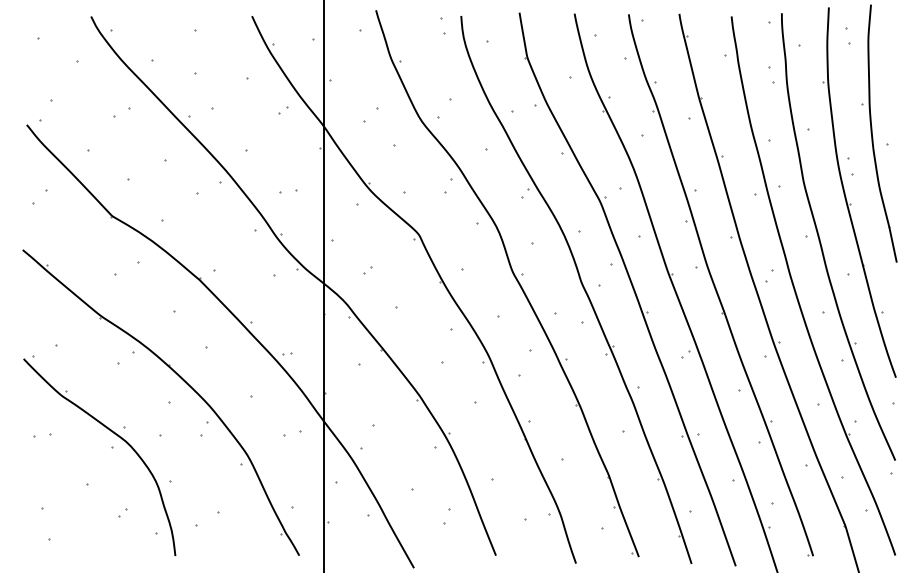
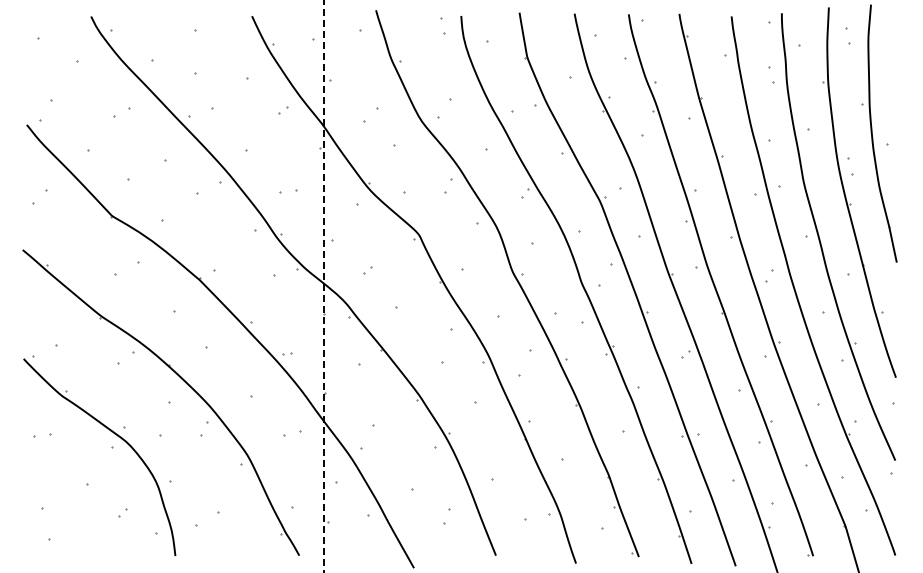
line at (324, 286): solid -> dashed
